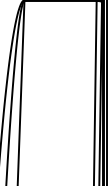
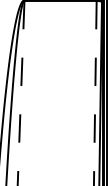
line at (21, 93): solid -> dashed
line at (95, 93): solid -> dashed
